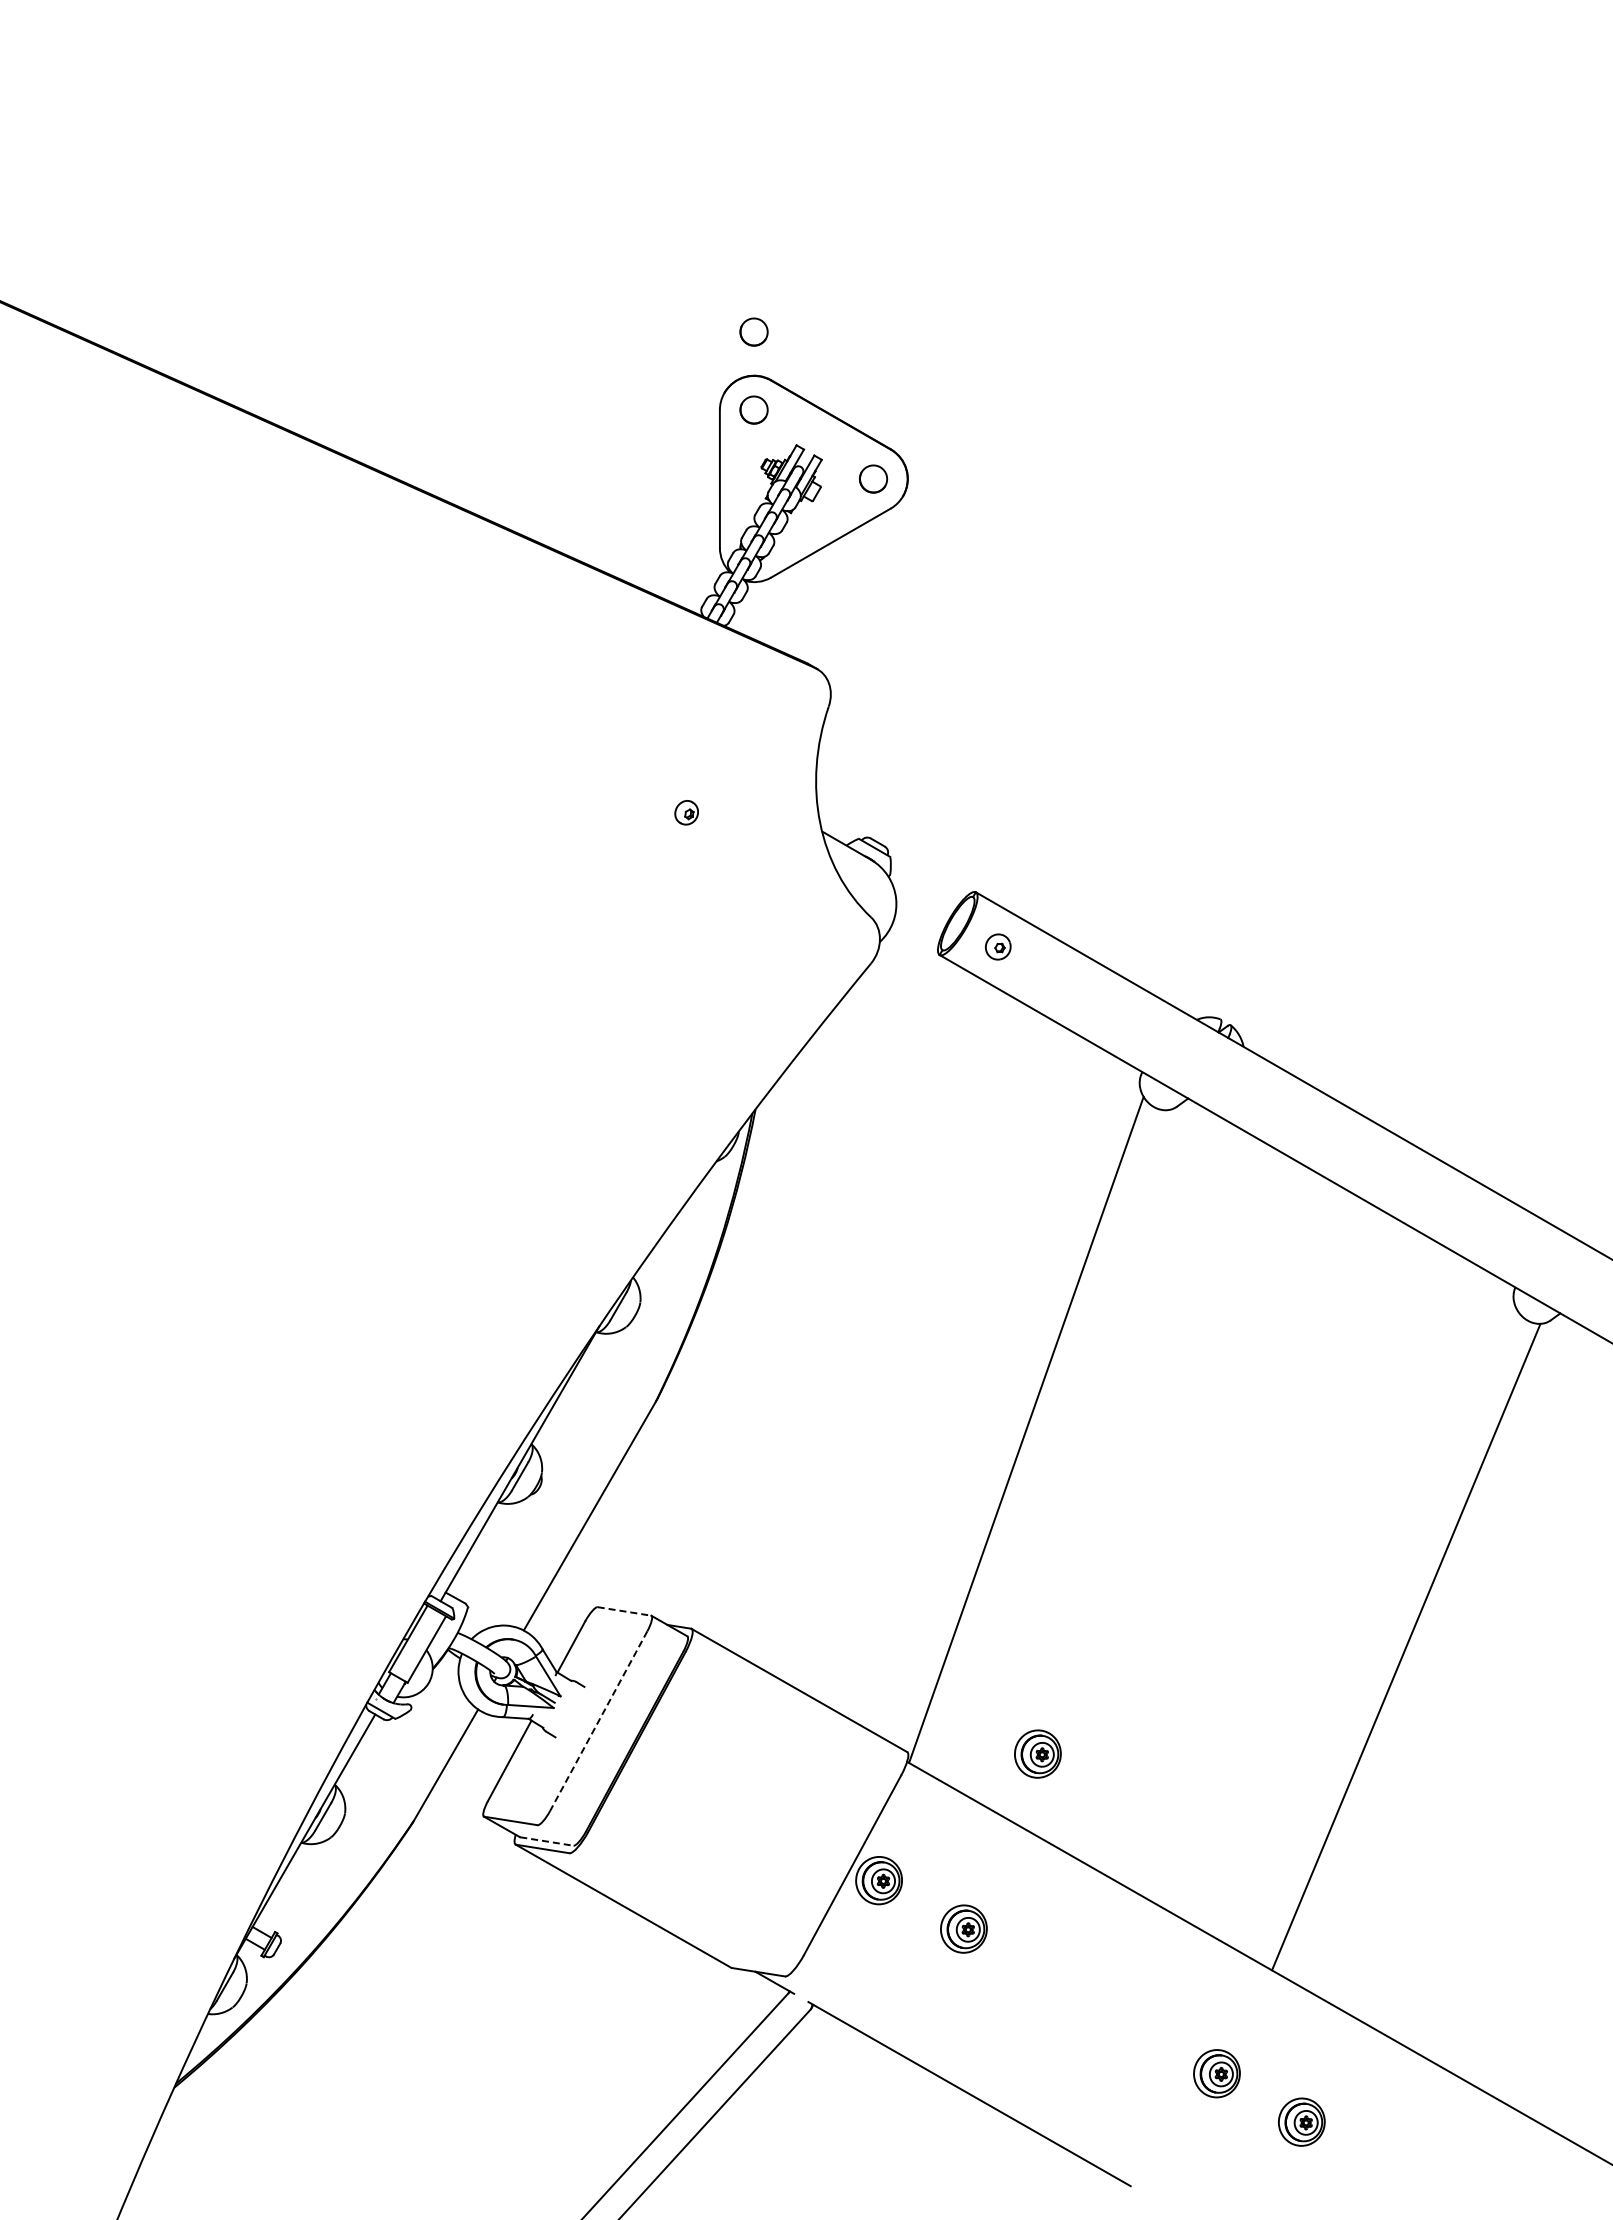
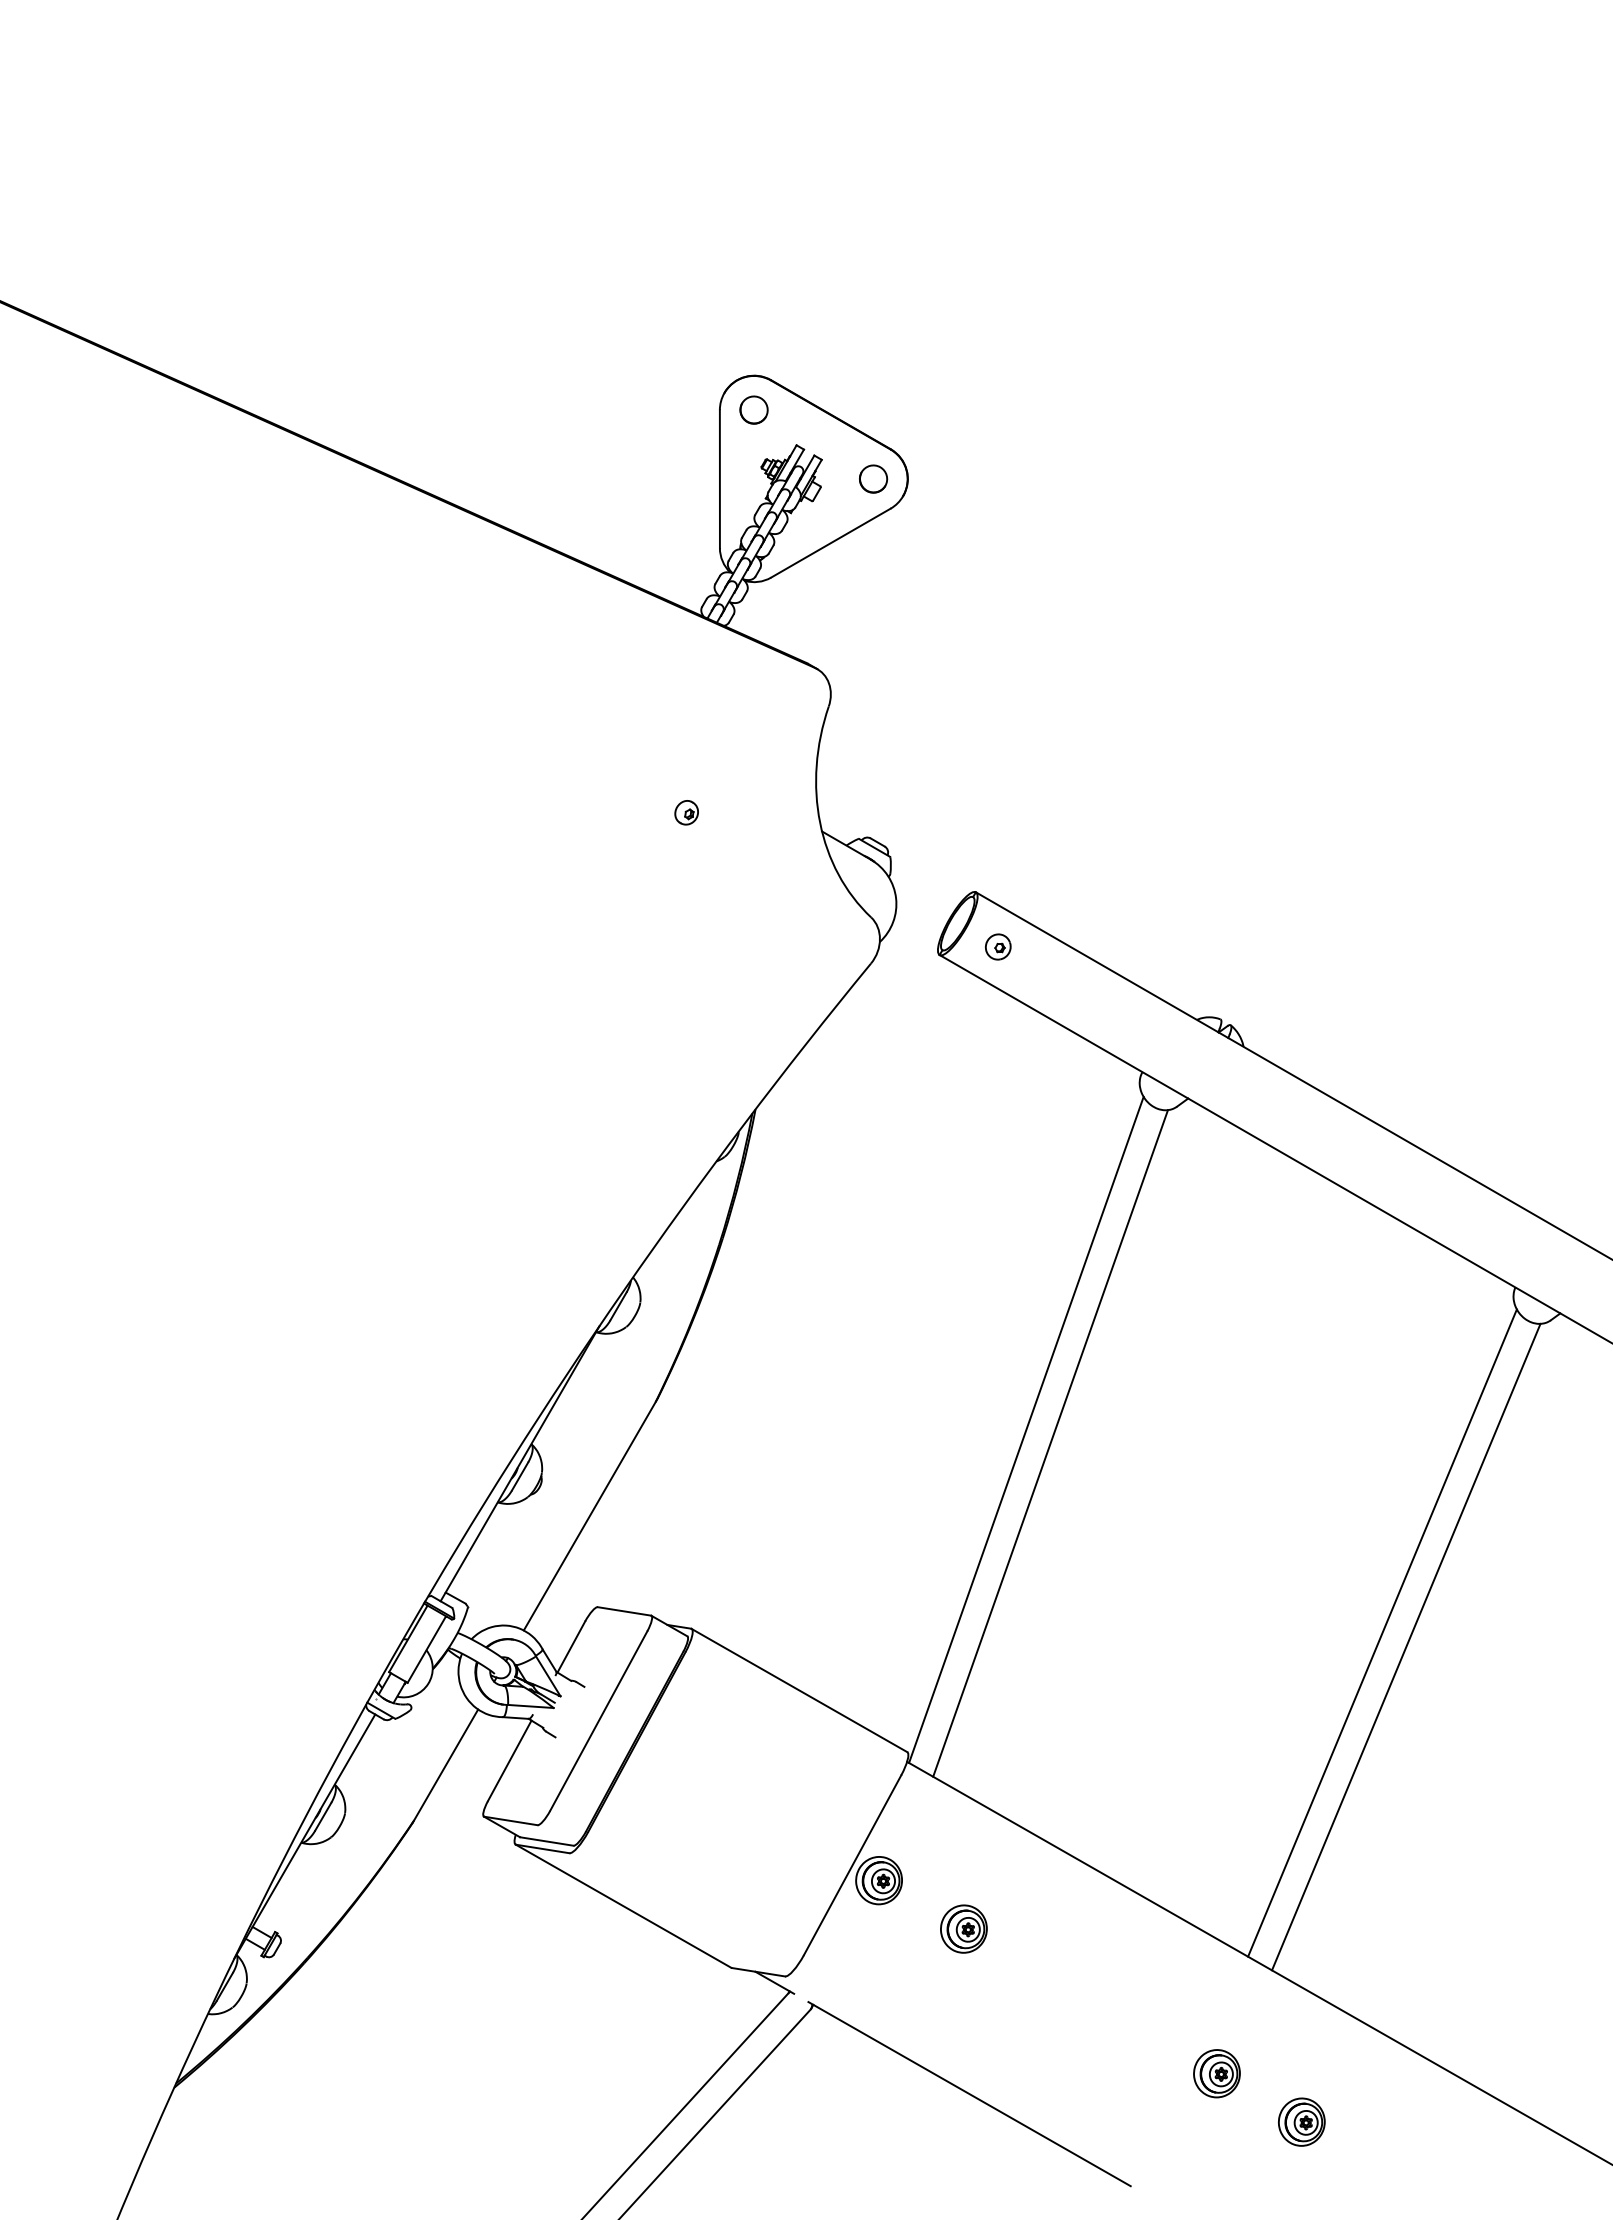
part at (753, 331): present -> none
line at (1050, 1443): none -> present
line at (624, 1611): dashed -> solid
line at (1382, 1632): none -> present
line at (598, 1721): dashed -> solid
part at (1037, 1753): present -> none
line at (546, 1841): dashed -> solid
